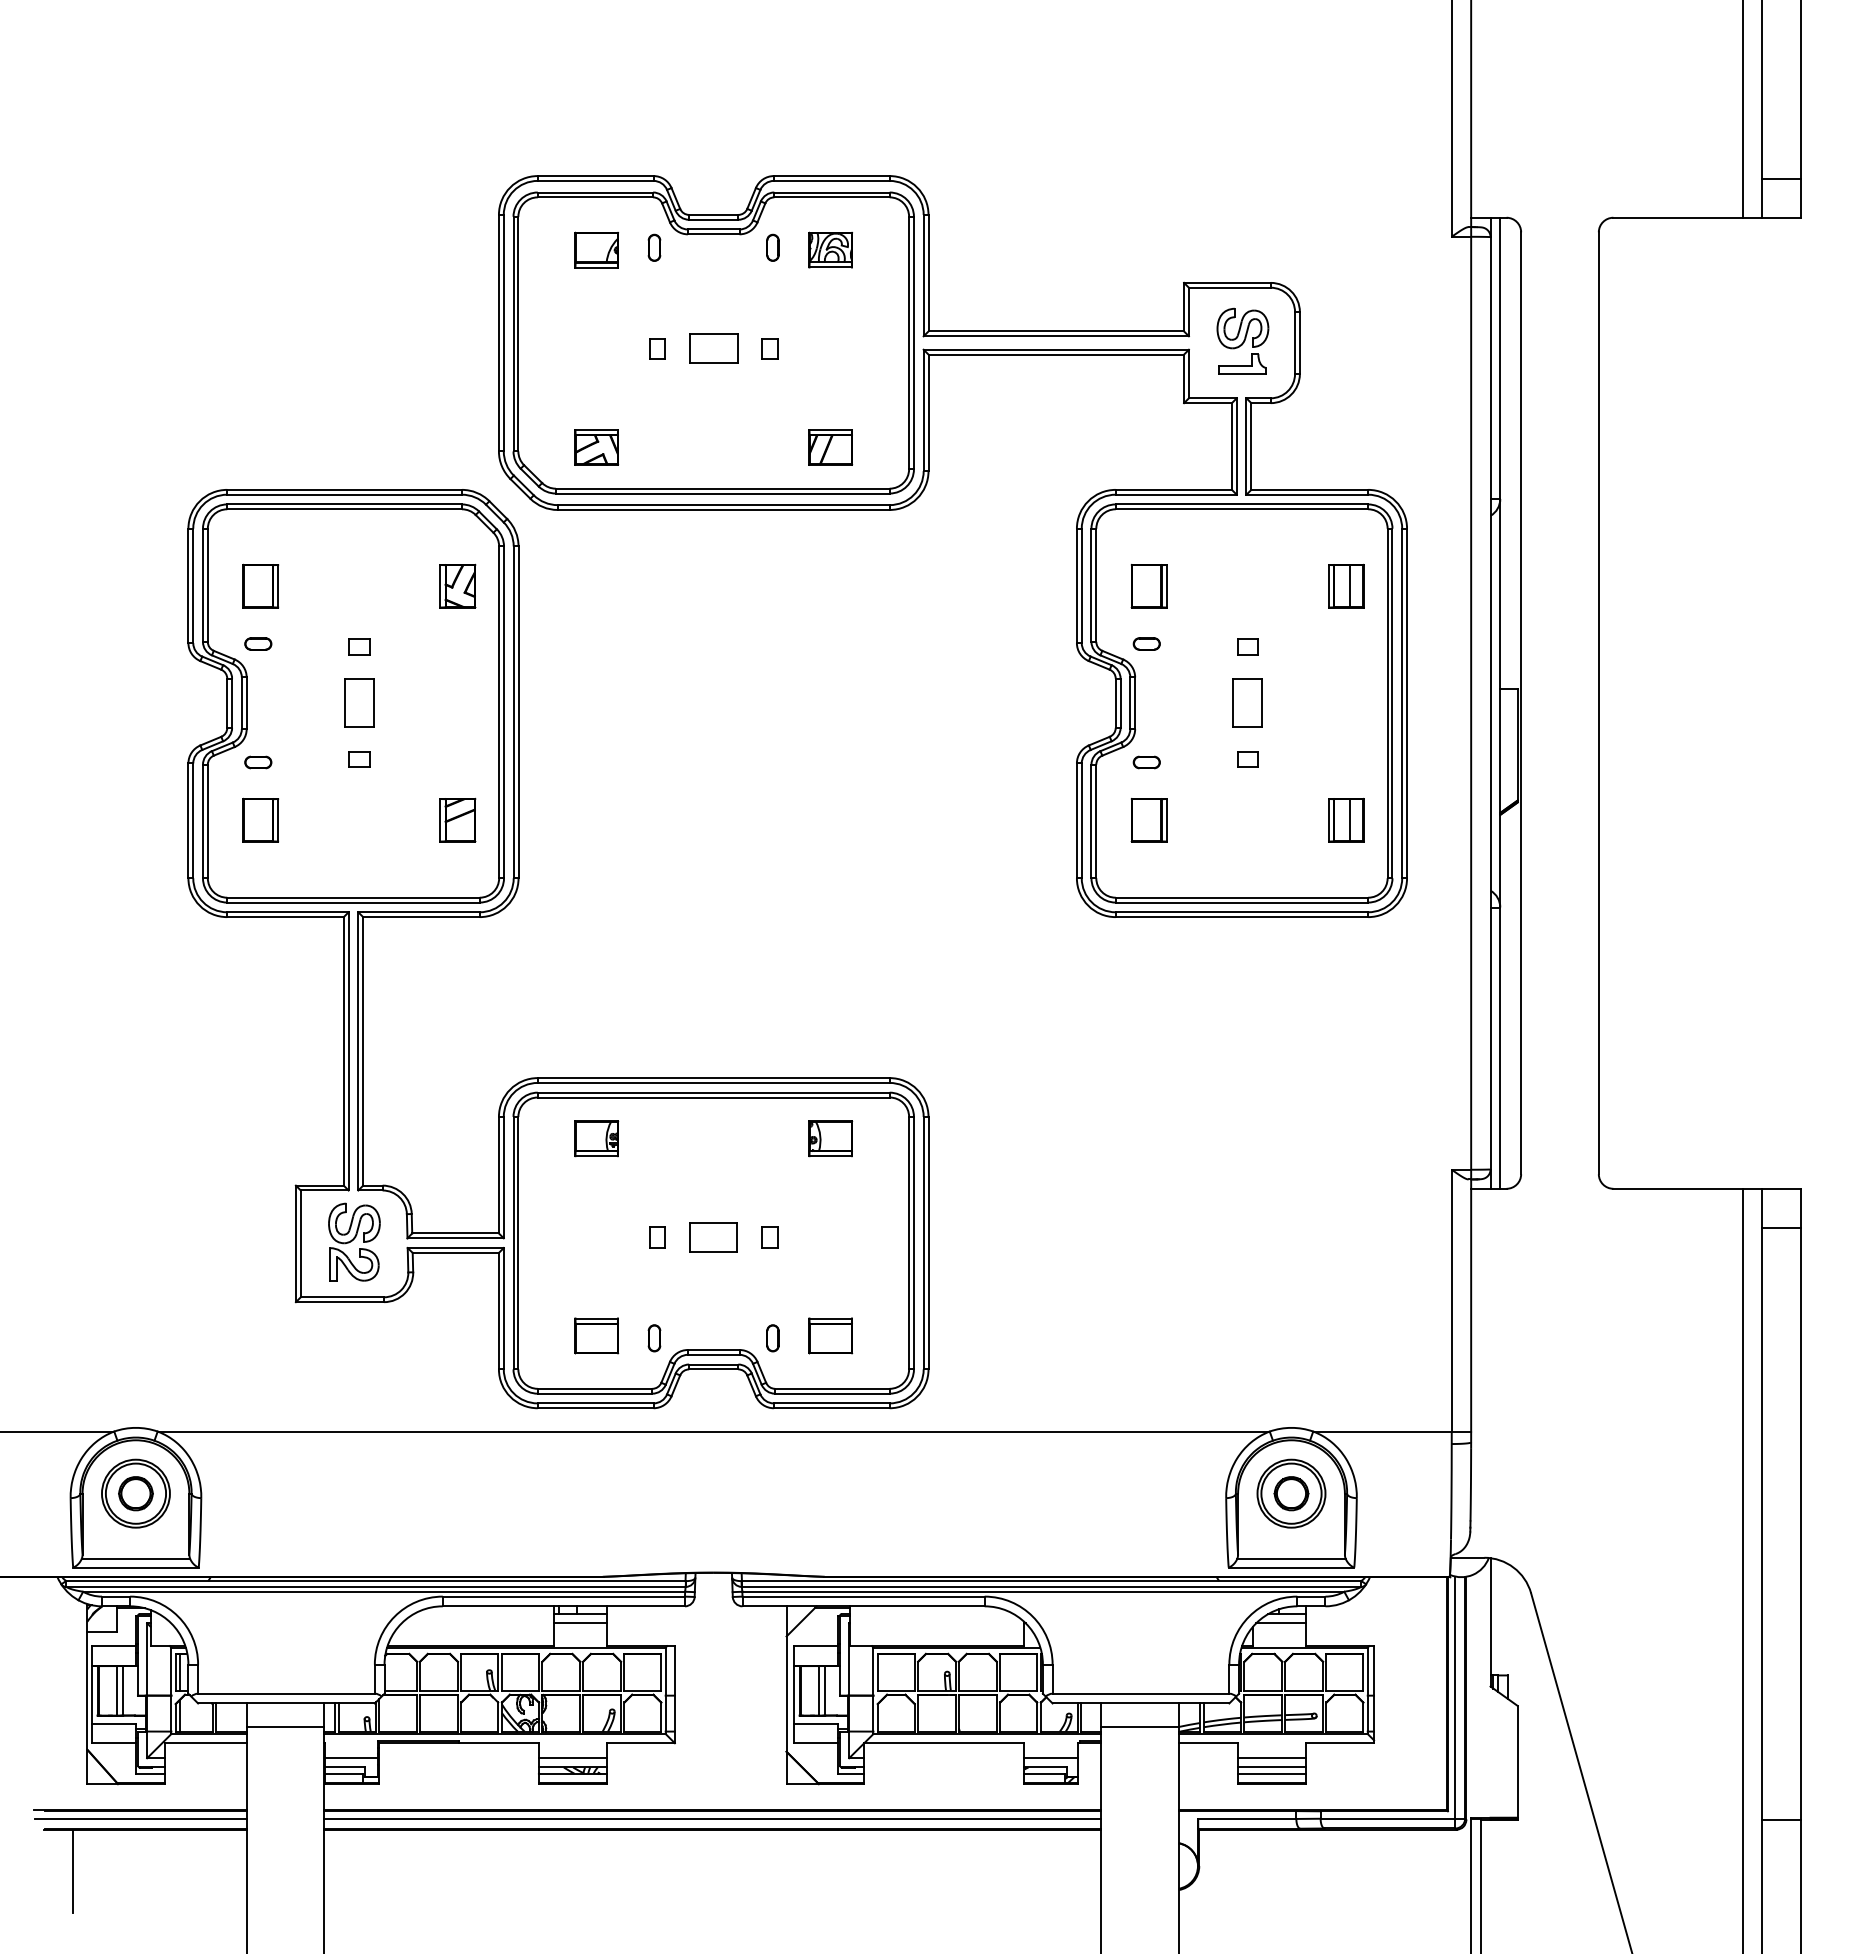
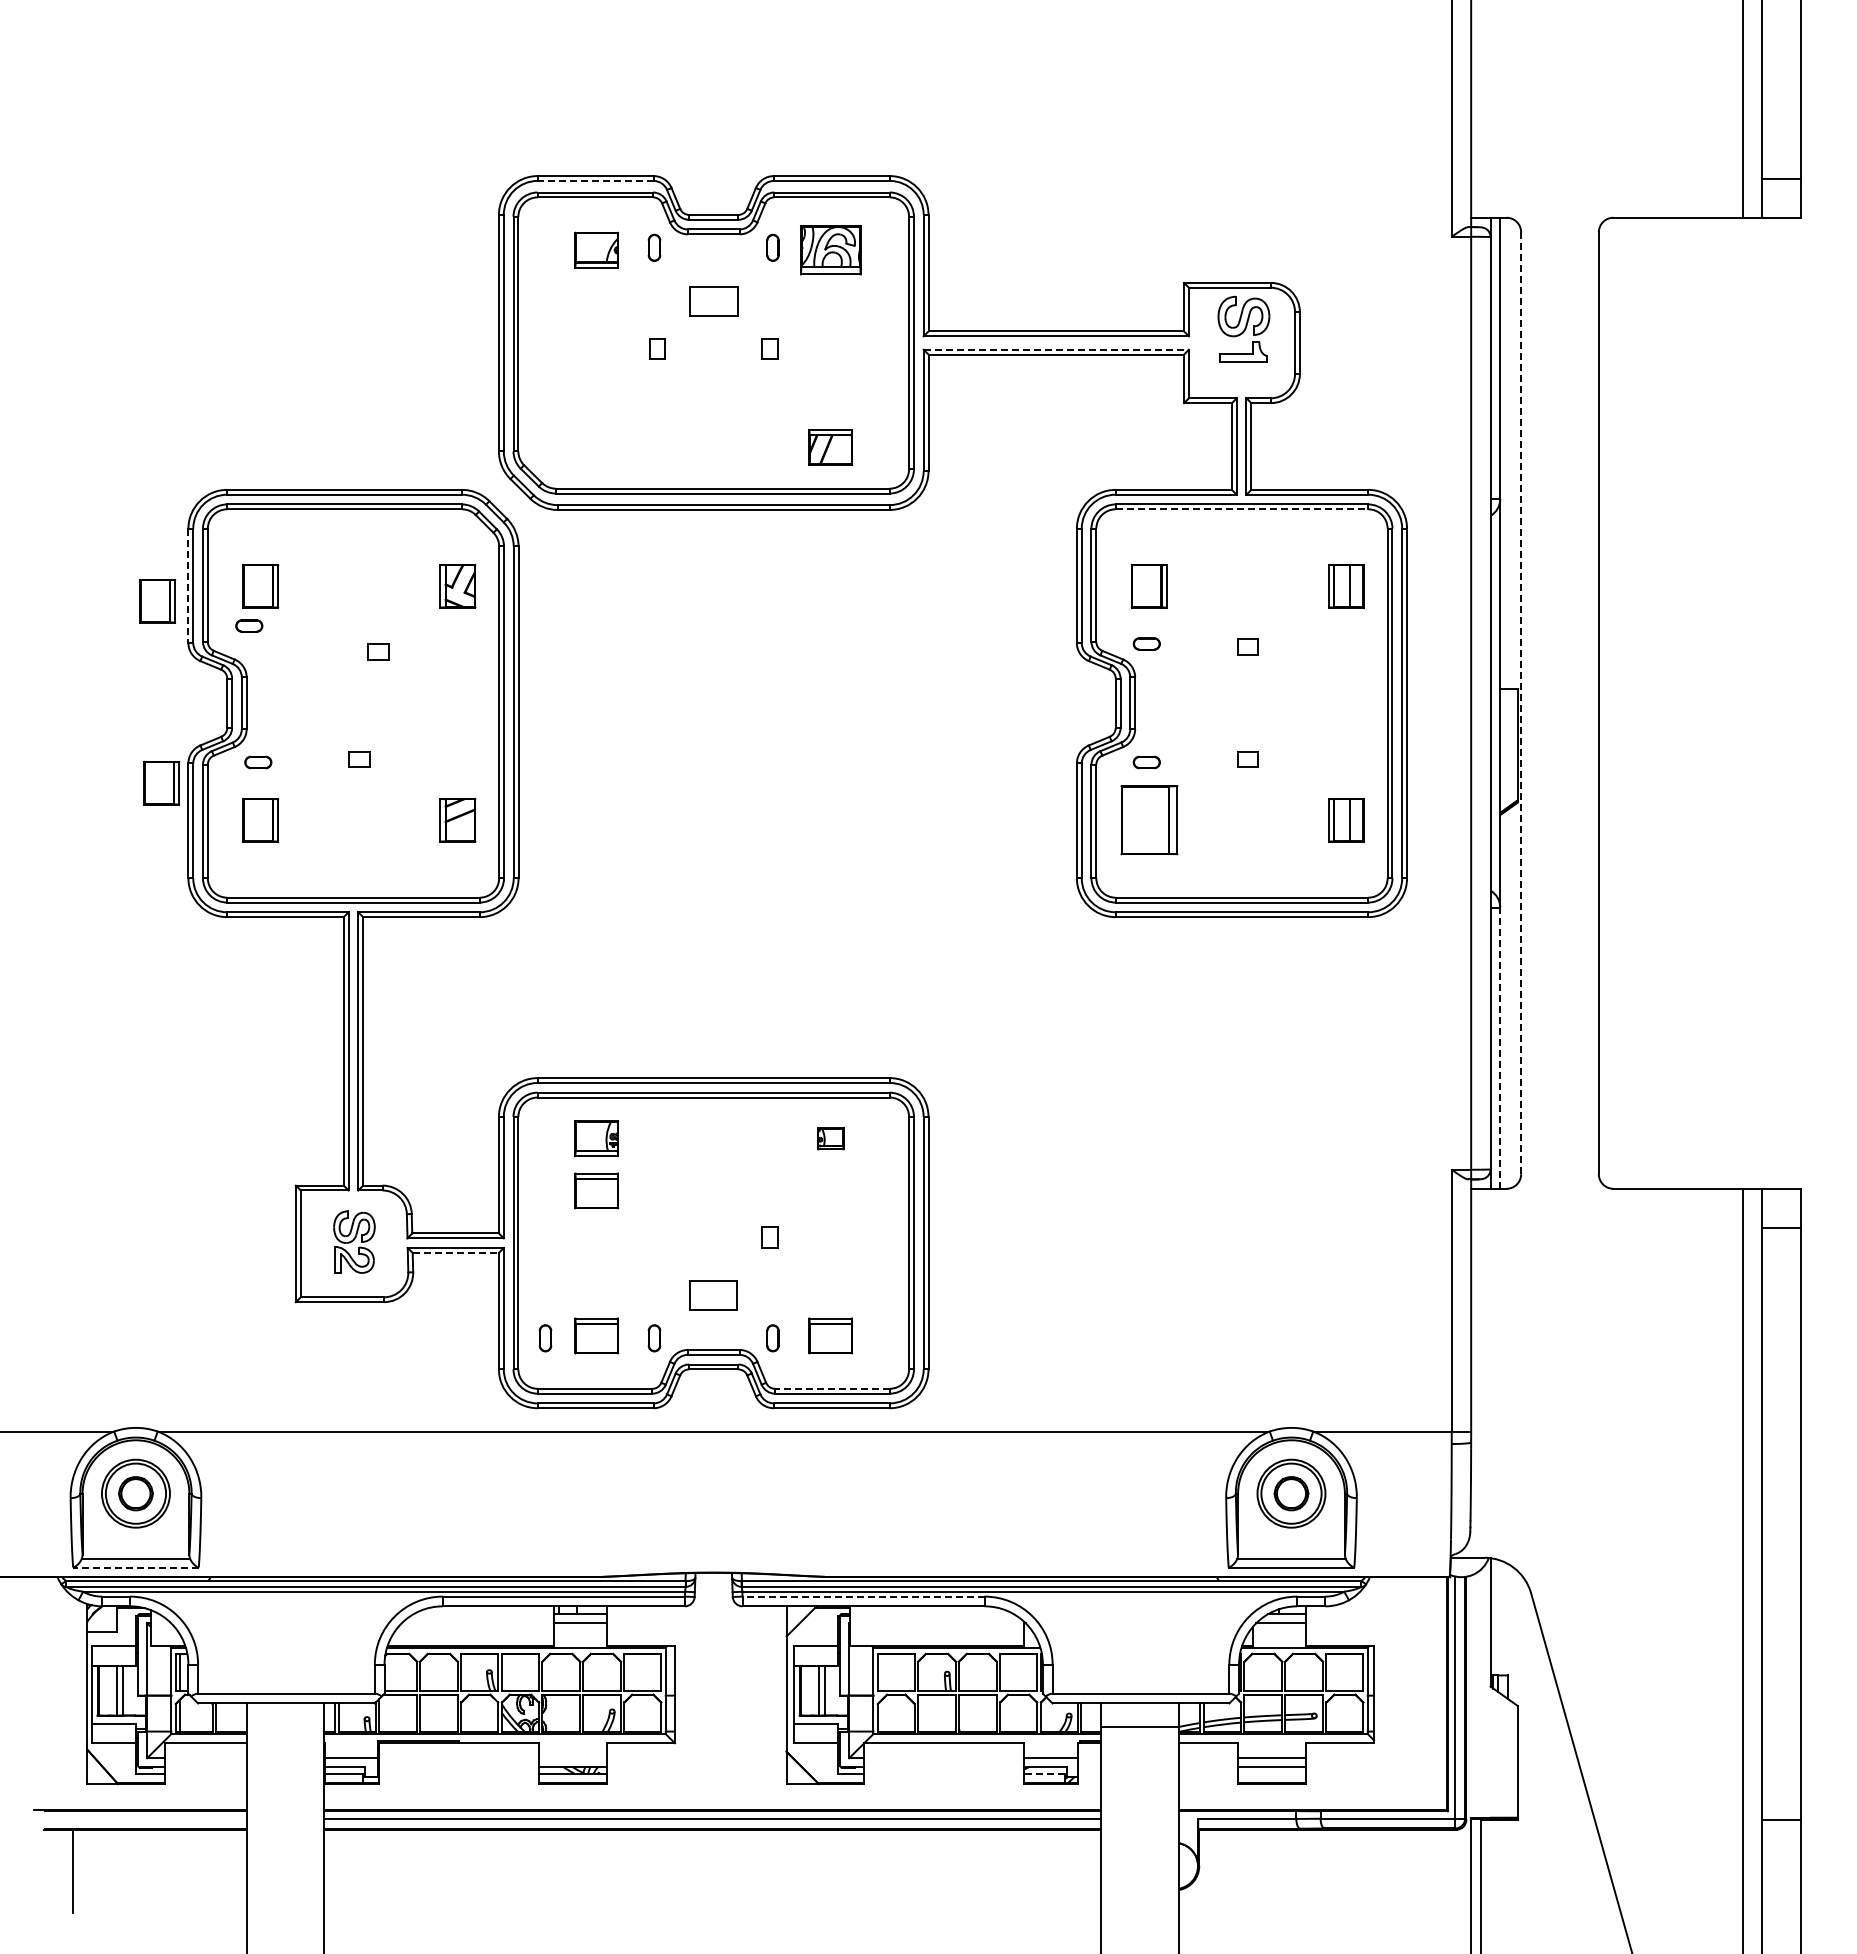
line at (595, 180): solid -> dashed
part at (830, 249) size: 45x38 px -> 62x51 px
part at (1242, 340) position: (1242, 340) -> (1243, 328)
part at (713, 348) position: (713, 348) -> (713, 301)
line at (1056, 349): solid -> dashed
part at (596, 447): present -> none
line at (1242, 509): solid -> dashed
line at (188, 586): solid -> dashed
part at (157, 600): none -> present
part at (258, 643) position: (258, 643) -> (249, 625)
part at (359, 646) position: (359, 646) -> (378, 651)
part at (359, 702): present -> none
part at (1247, 702): present -> none
line at (1521, 703): solid -> dashed
part at (161, 782): none -> present
part at (1148, 820) size: 38x45 px -> 59x71 px
line at (1500, 1048): solid -> dashed
part at (830, 1138) size: 46x38 px -> 28x24 px
part at (596, 1190): none -> present
part at (657, 1237): present -> none
part at (713, 1237) position: (713, 1237) -> (713, 1295)
part at (354, 1241) size: 53x80 px -> 43x64 px
line at (456, 1252): solid -> dashed
part at (545, 1338): none -> present
line at (831, 1388): solid -> dashed
line at (135, 1567): solid -> dashed
line at (863, 1596): solid -> dashed
line at (285, 1726): present -> none
line at (572, 1758): present -> none
line at (1044, 1773): solid -> dashed
line at (1272, 1773): present -> none
line at (140, 1818): present -> none
